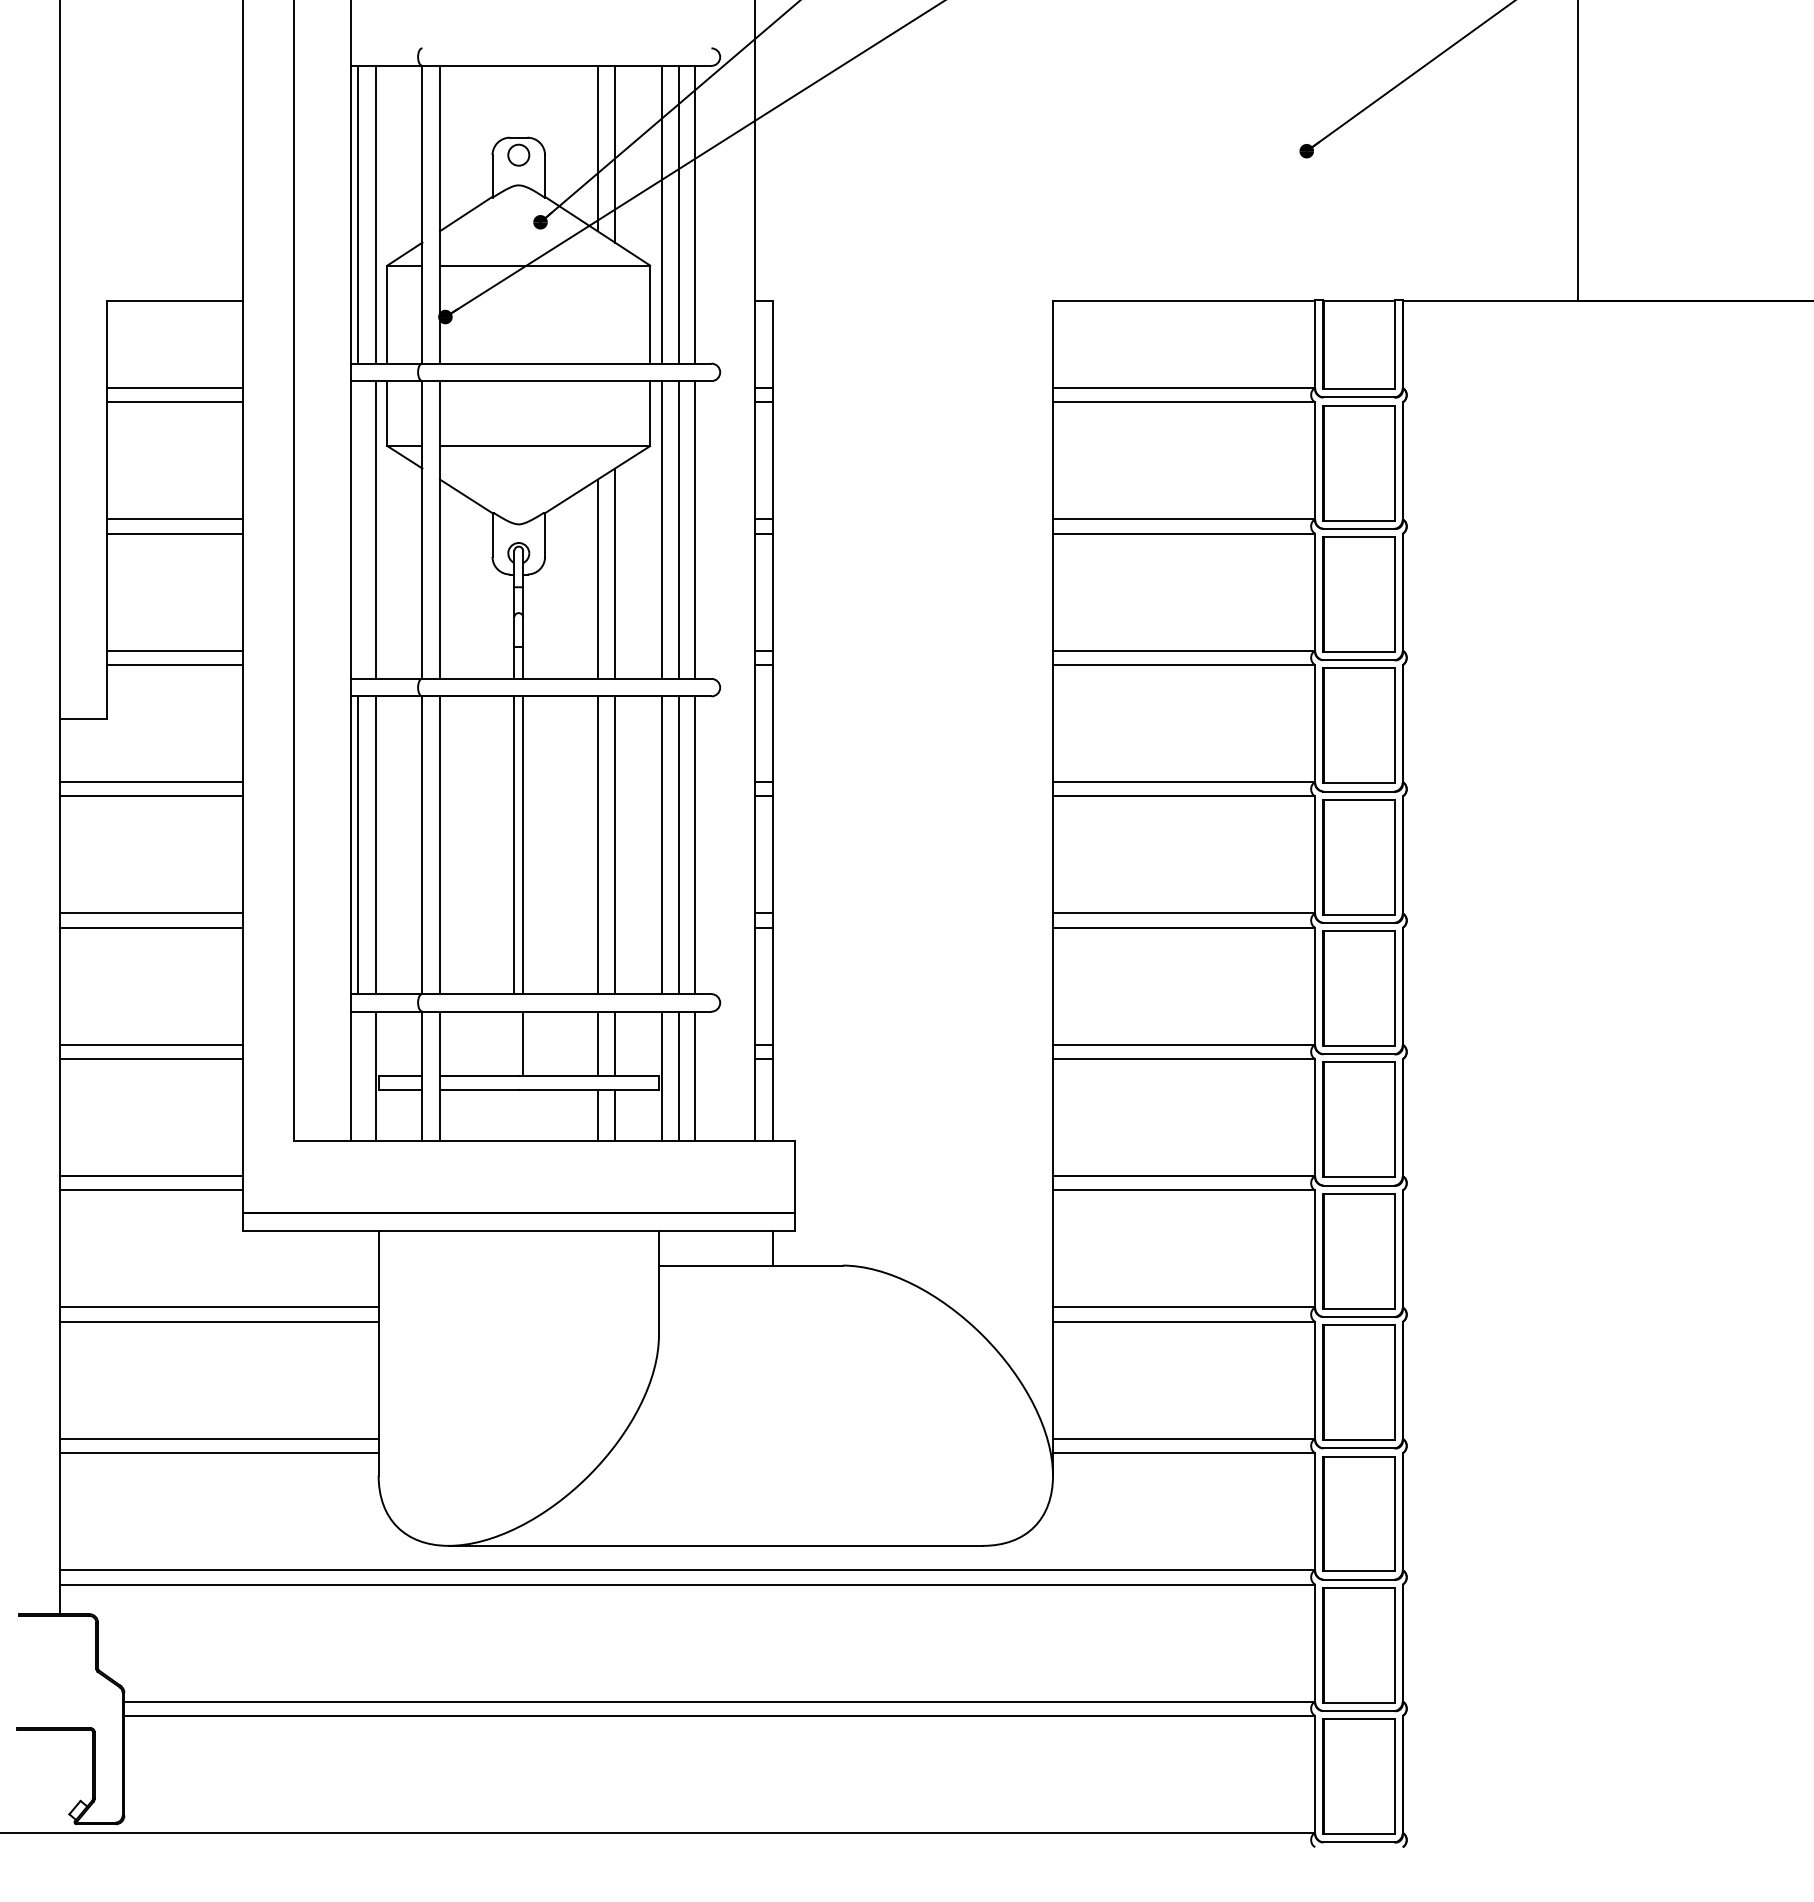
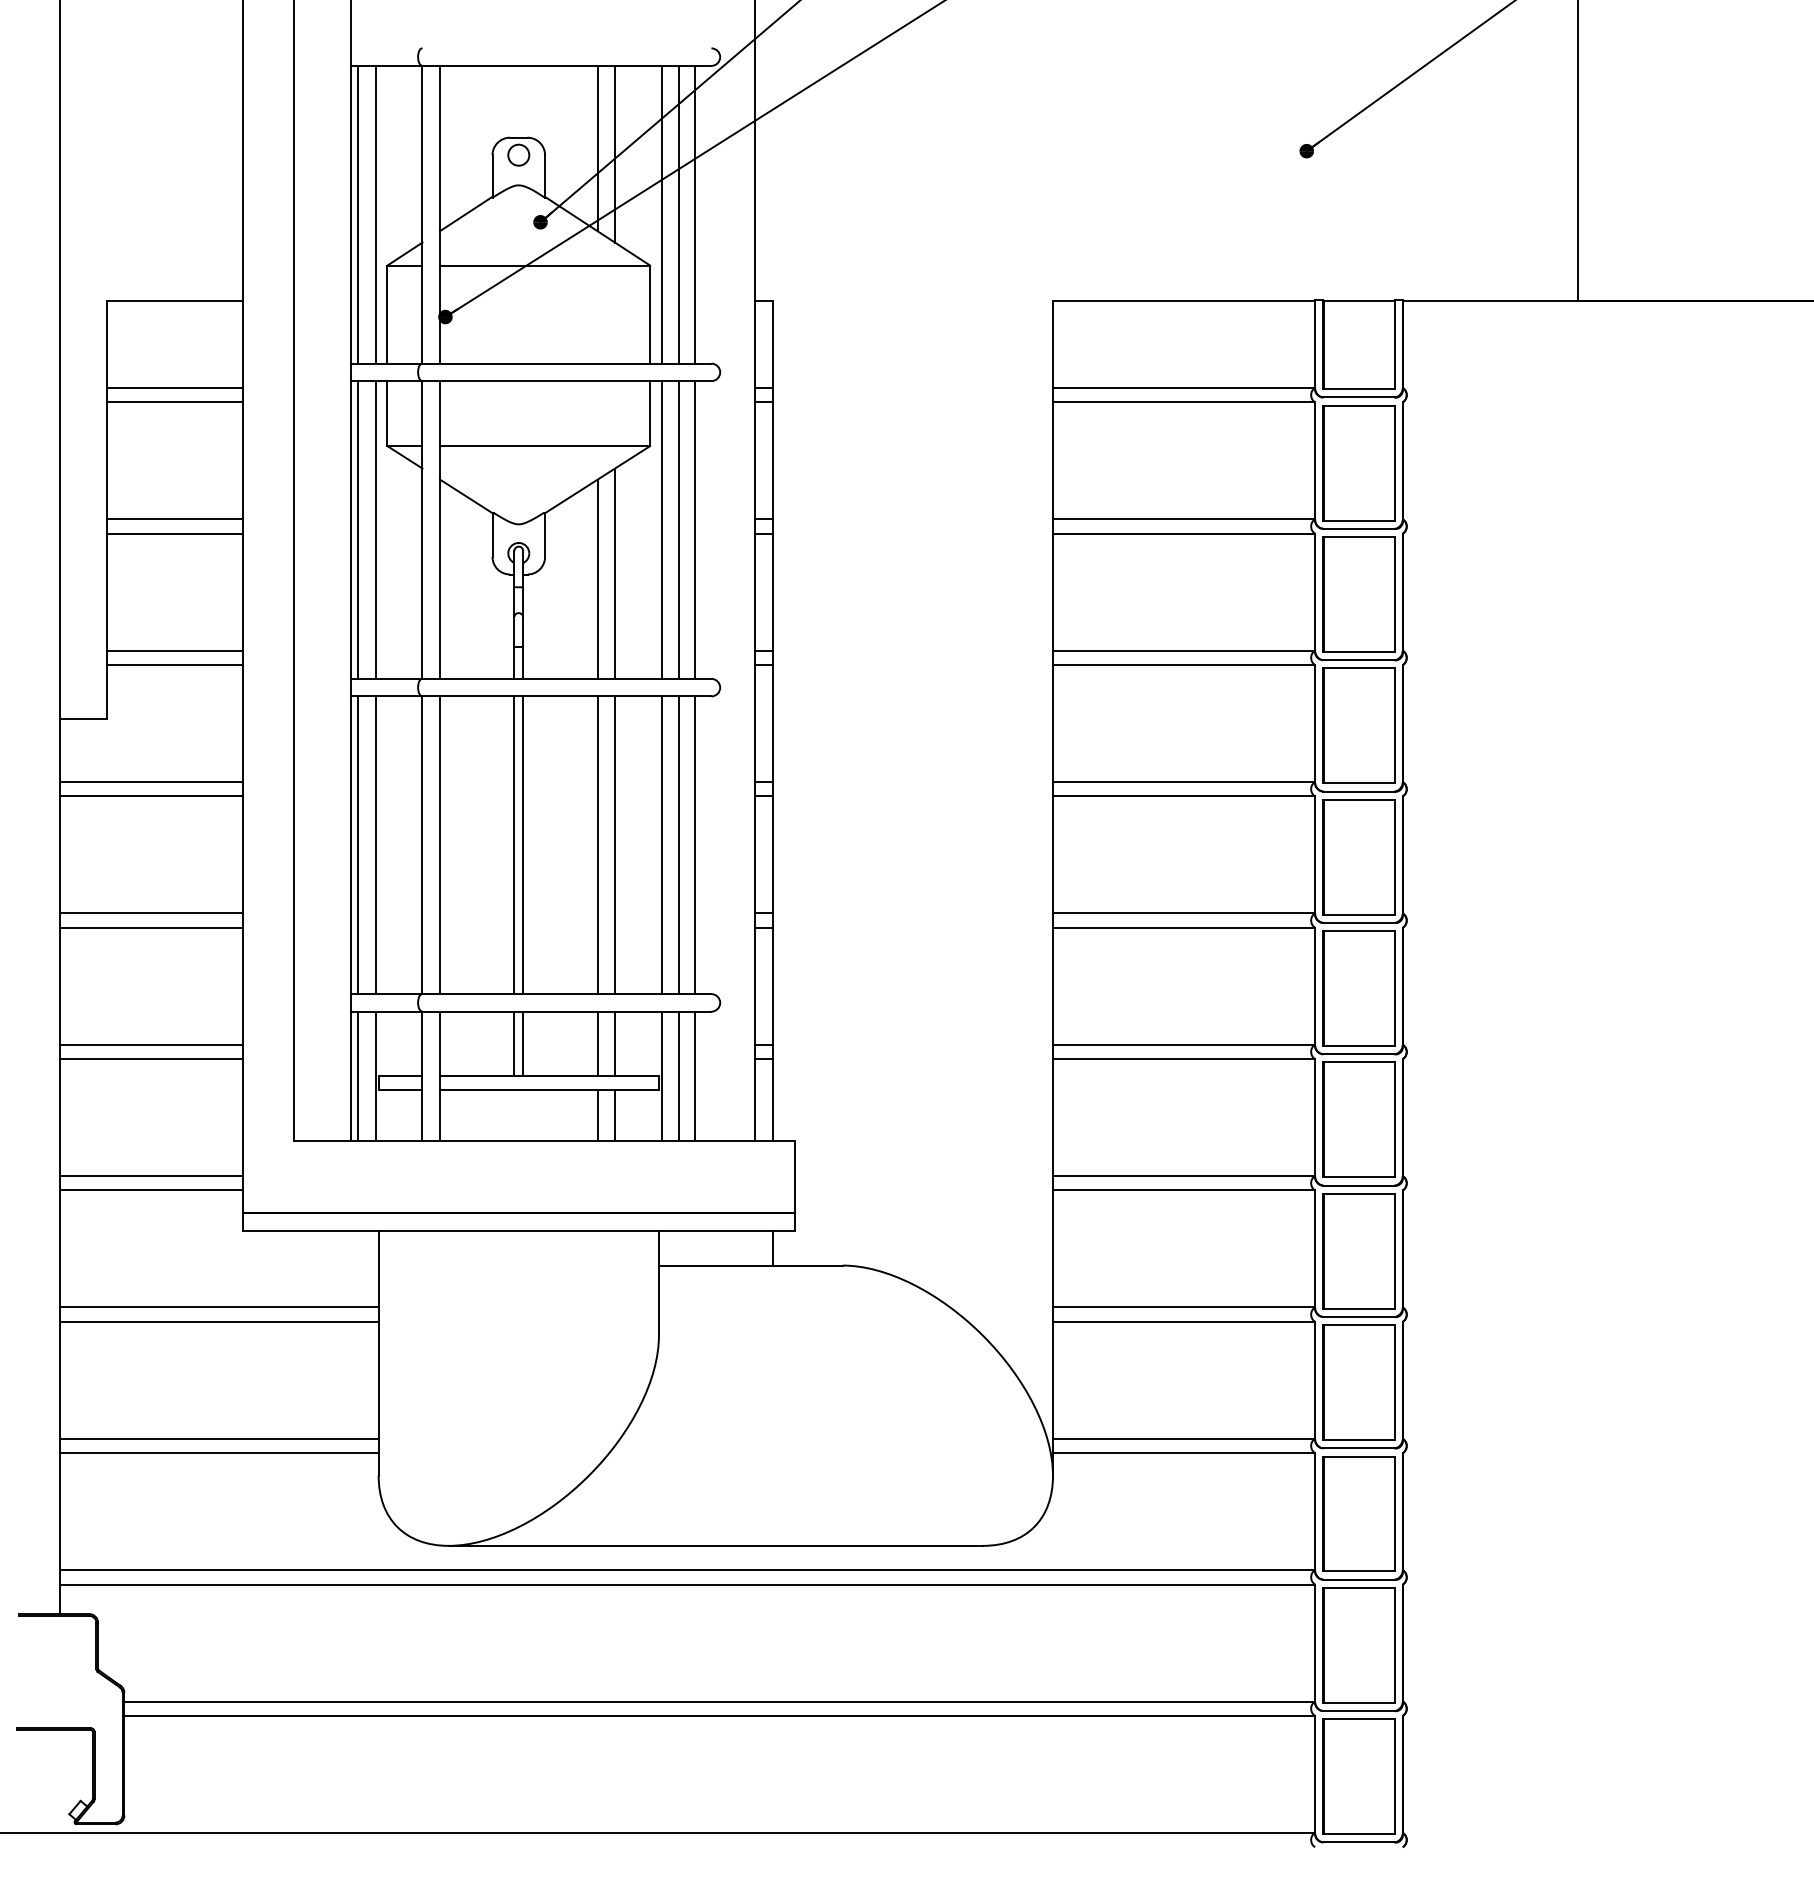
line at (358, 529): none -> present
line at (514, 1043): none -> present
line at (358, 1076): none -> present
